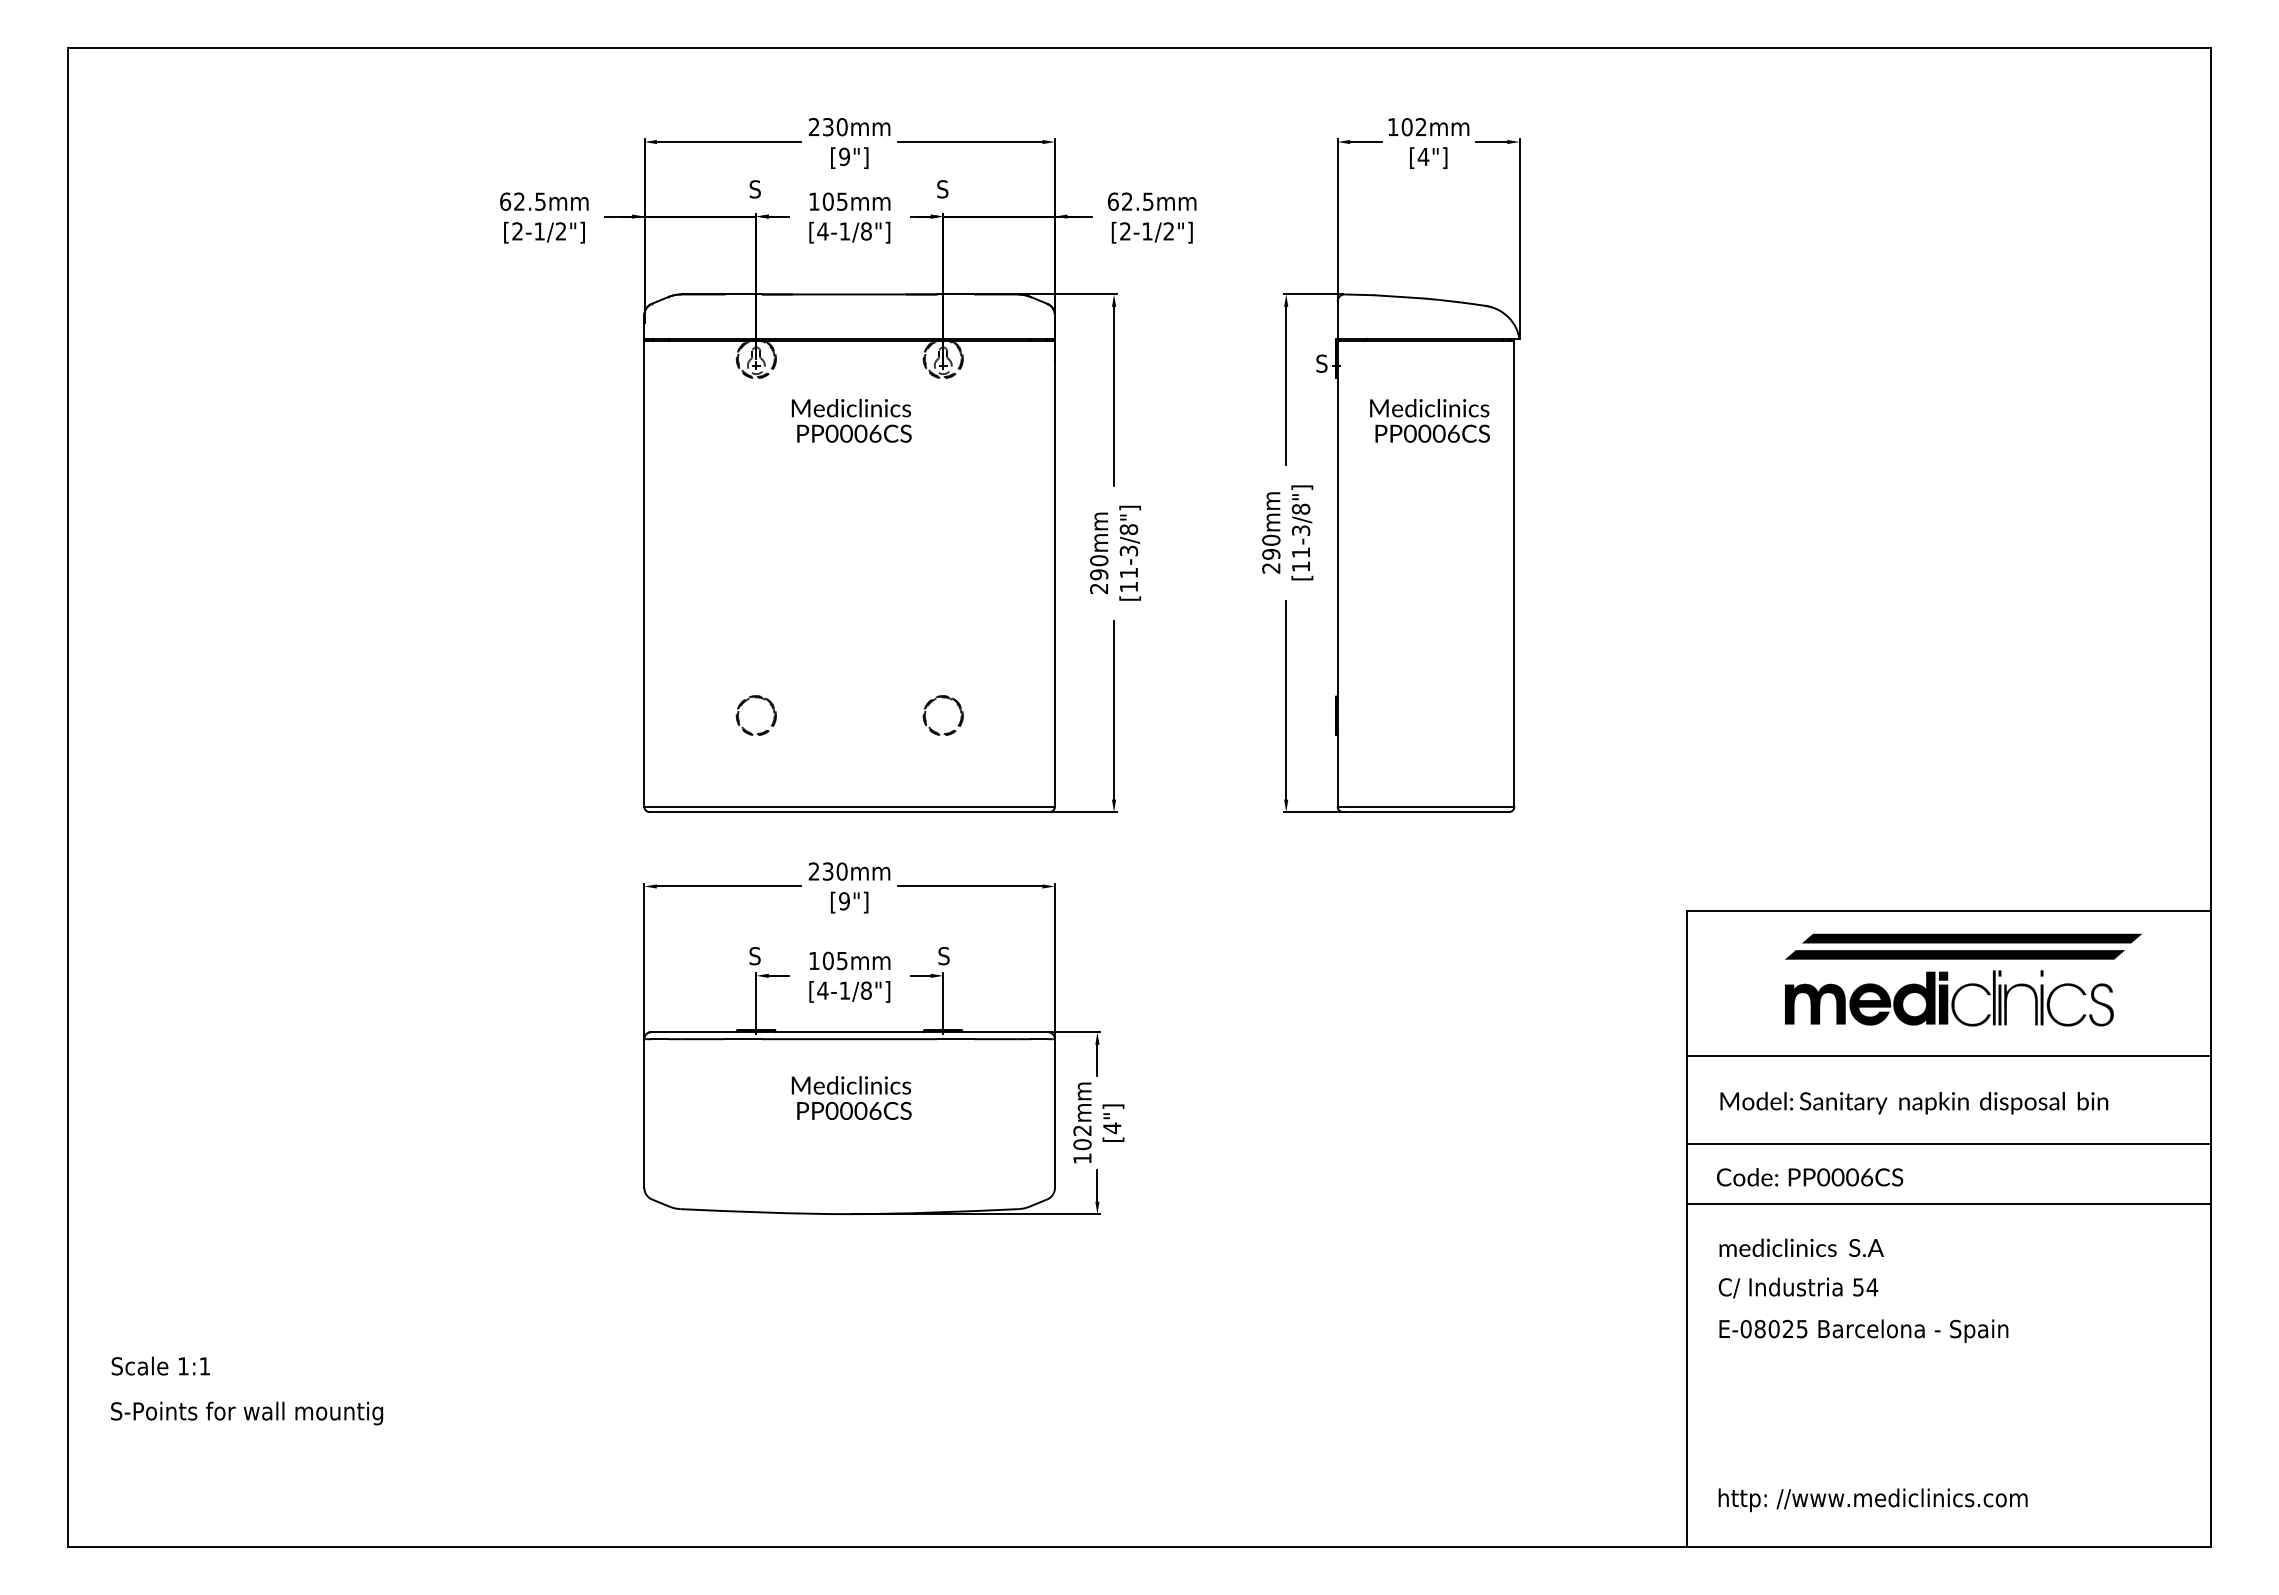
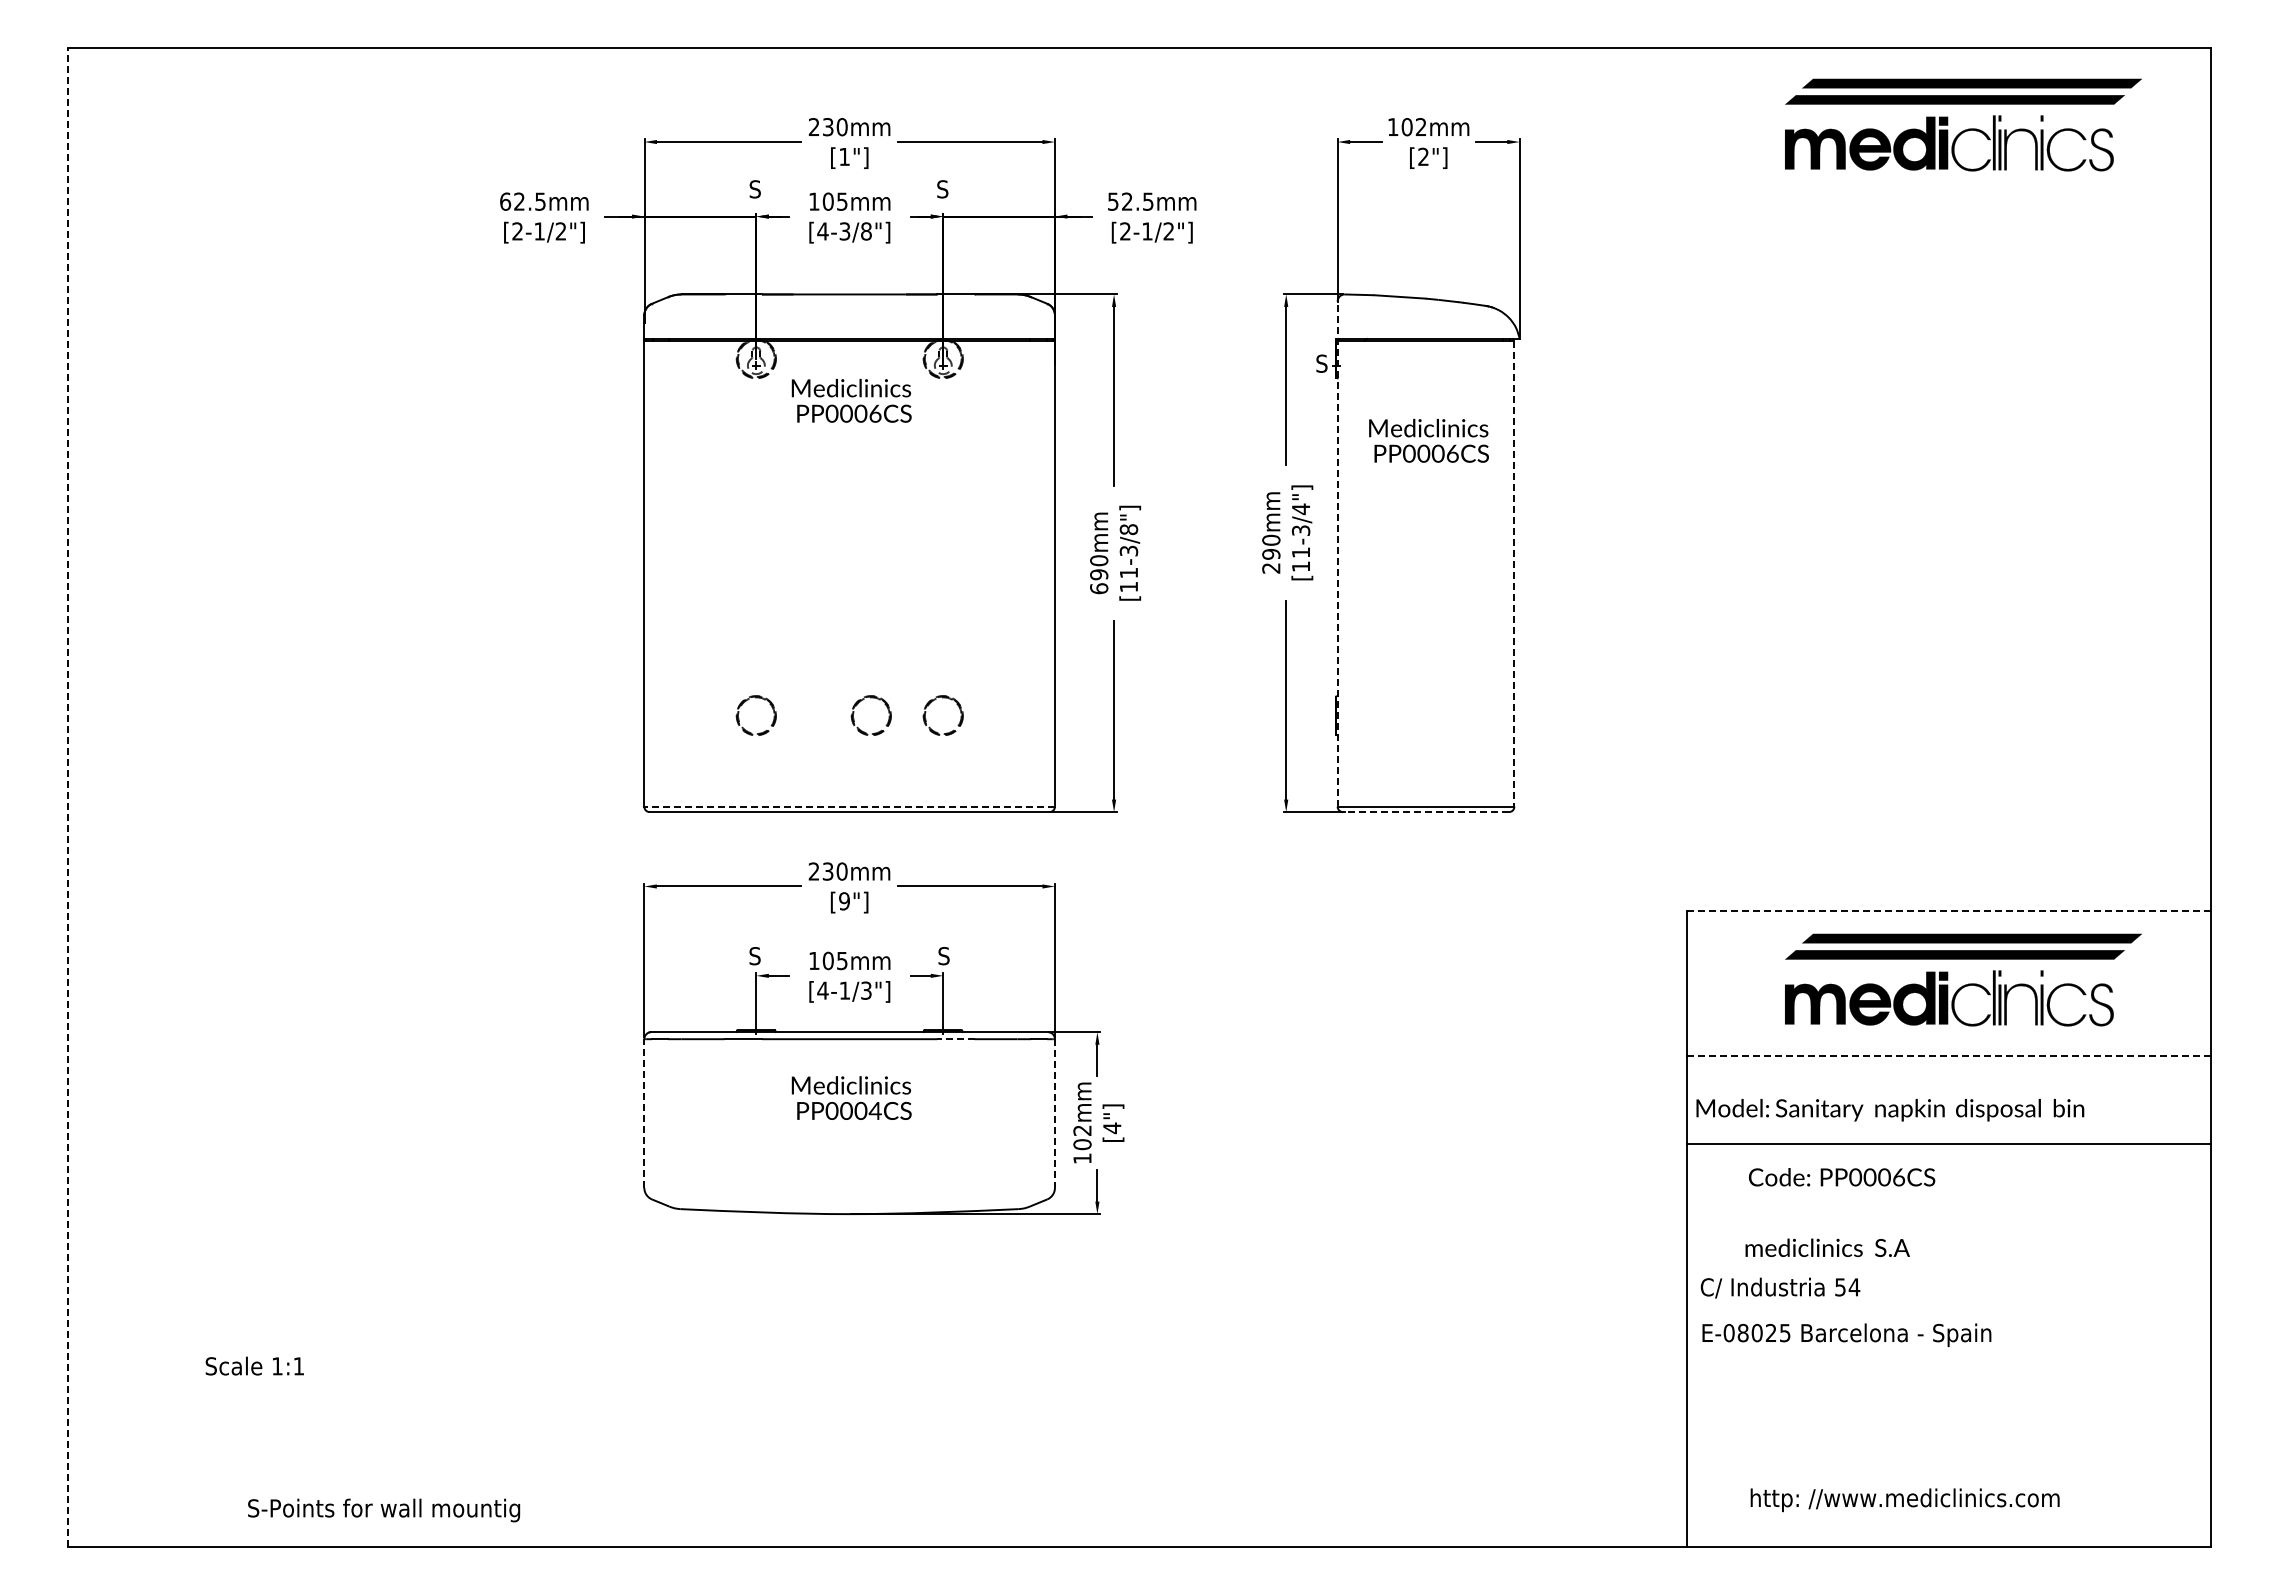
part at (1963, 124): none -> present
text at (844, 156): [9"] -> [1"]
text at (1423, 156): [4"] -> [2"]
text at (1112, 201): 62.5mm -> 52.5mm
text at (844, 231): [4-1/8"] -> [4-3/8"]
text at (851, 420) position: (851, 420) -> (851, 400)
text at (1429, 420) position: (1429, 420) -> (1428, 440)
text at (1300, 509): [11-3/8"] -> [11-3/4"]
line at (1337, 554): solid -> dashed
line at (1514, 573): solid -> dashed
text at (1099, 588): 290mm -> 690mm
part at (854, 713): none -> present
line at (68, 797): solid -> dashed
line at (849, 806): solid -> dashed
line at (1425, 812): solid -> dashed
line at (1948, 911): solid -> dashed
text at (866, 990): [4-1/8"] -> [4-1/3"]
line at (955, 1039): solid -> dashed
line at (1948, 1056): solid -> dashed
text at (1914, 1103) position: (1914, 1103) -> (1890, 1110)
text at (874, 1110): PP0006CS -> PP0004CS
line at (644, 1113): solid -> dashed
line at (1054, 1114): solid -> dashed
text at (1810, 1177) position: (1810, 1177) -> (1842, 1177)
line at (1948, 1203): present -> none
text at (1801, 1247) position: (1801, 1247) -> (1827, 1247)
text at (1798, 1287) position: (1798, 1287) -> (1780, 1287)
text at (1863, 1331) position: (1863, 1331) -> (1846, 1335)
text at (160, 1365) position: (160, 1365) -> (254, 1365)
text at (247, 1413) position: (247, 1413) -> (384, 1510)
text at (1872, 1500) position: (1872, 1500) -> (1904, 1500)
